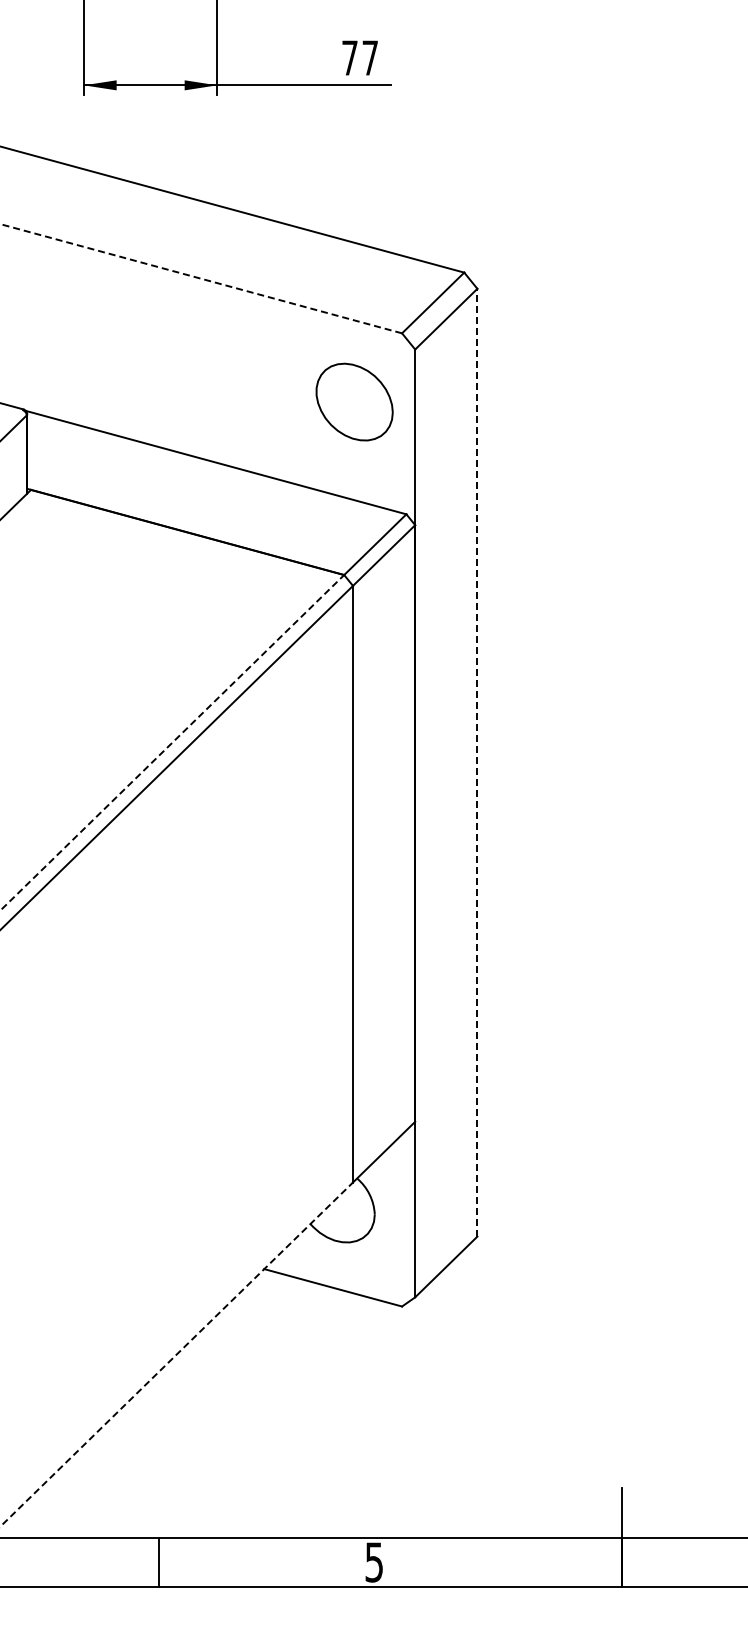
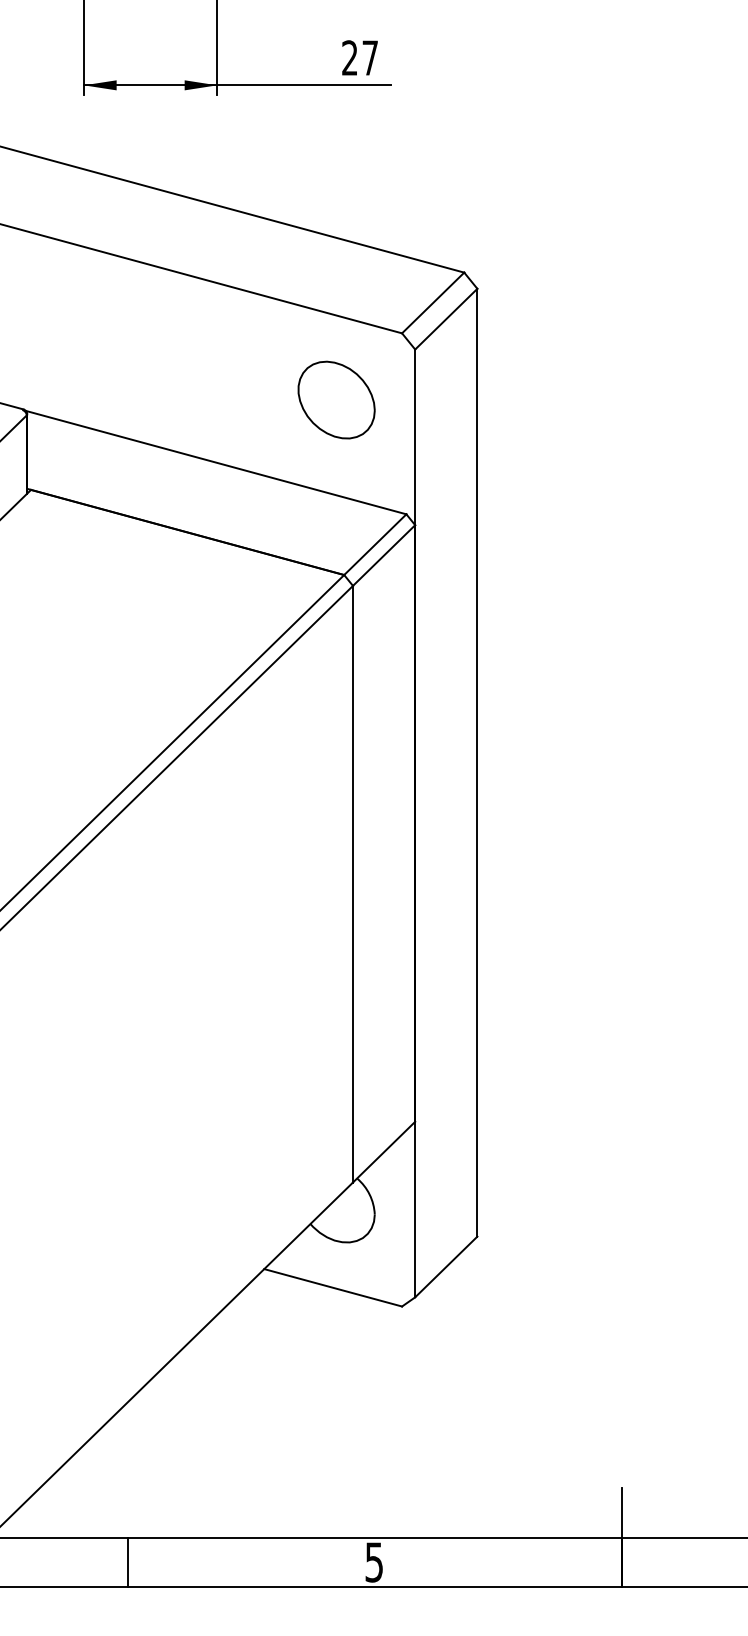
text at (349, 57): 77 -> 27
line at (201, 278): dashed -> solid
part at (354, 401) position: (354, 401) -> (336, 399)
line at (172, 742): dashed -> solid
line at (477, 762): dashed -> solid
line at (177, 1354): dashed -> solid
line at (159, 1561) position: (159, 1561) -> (128, 1561)
